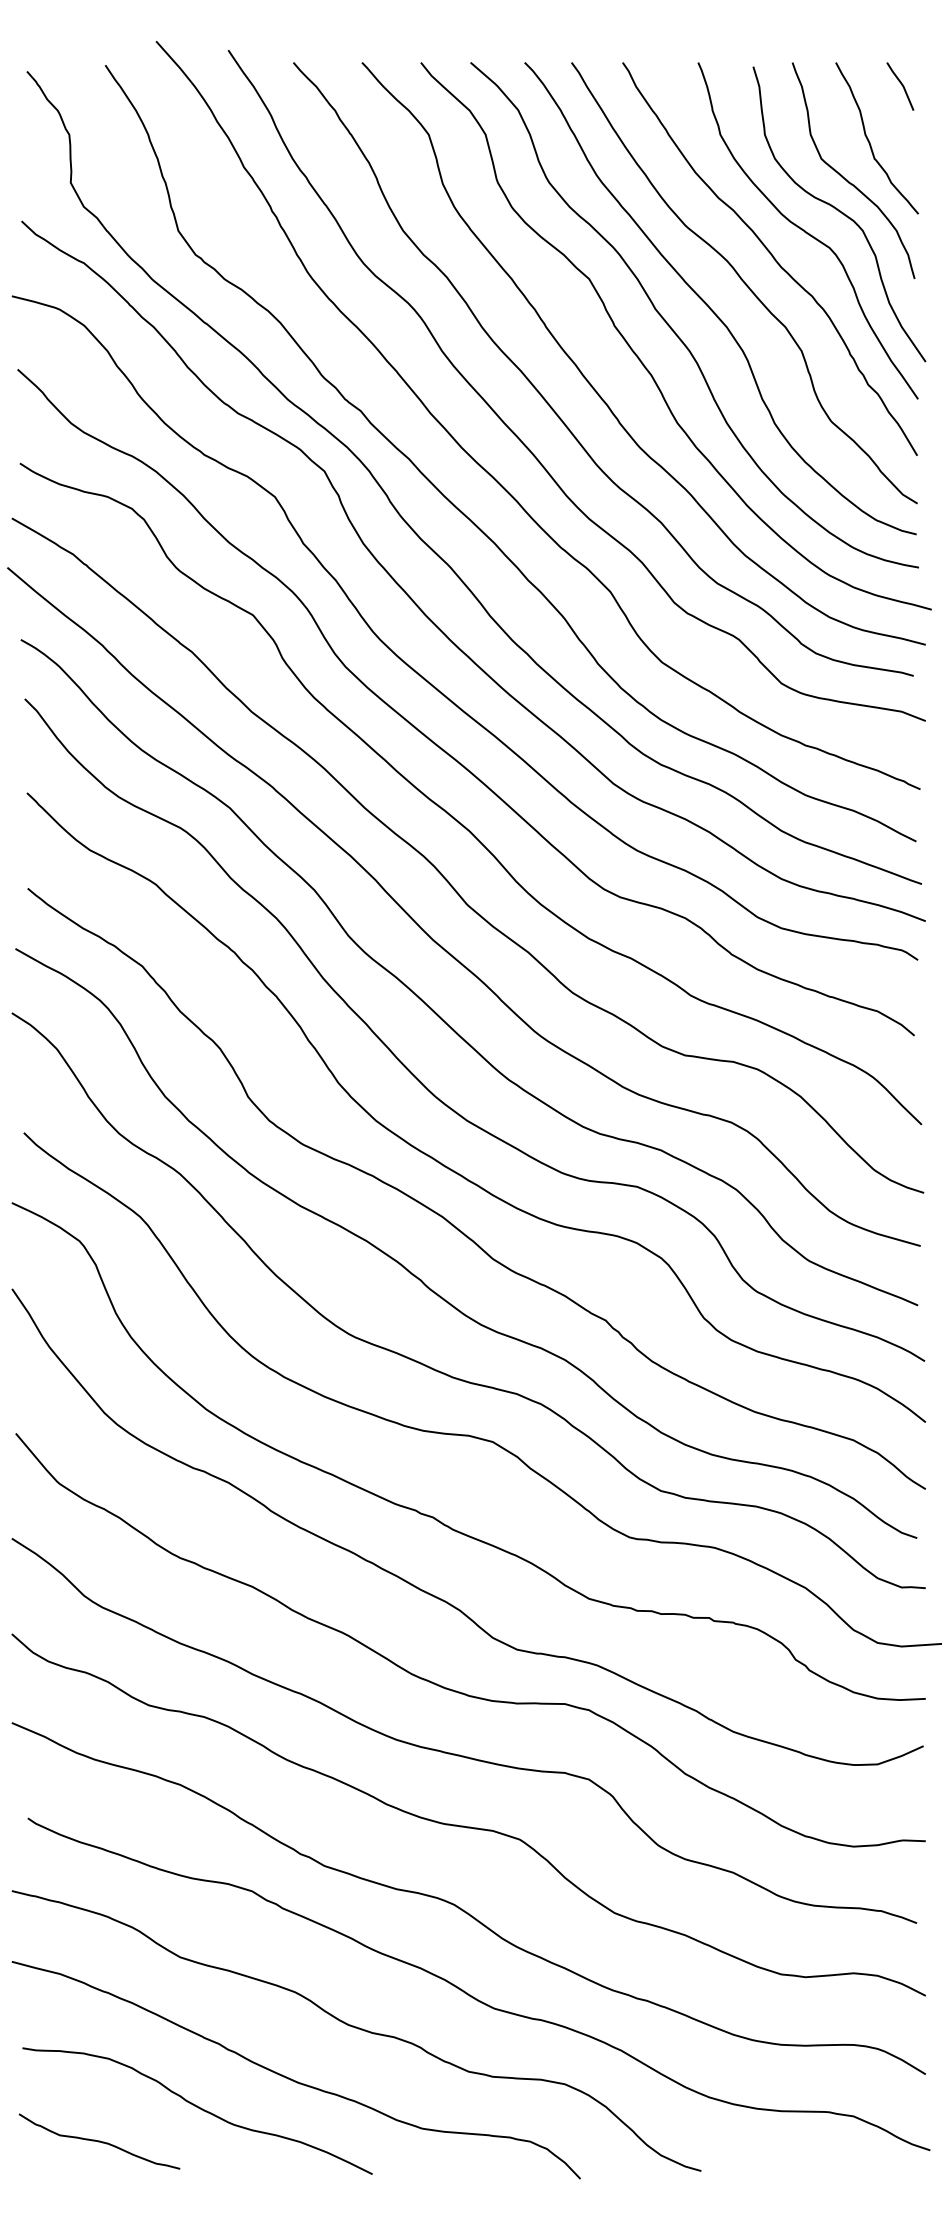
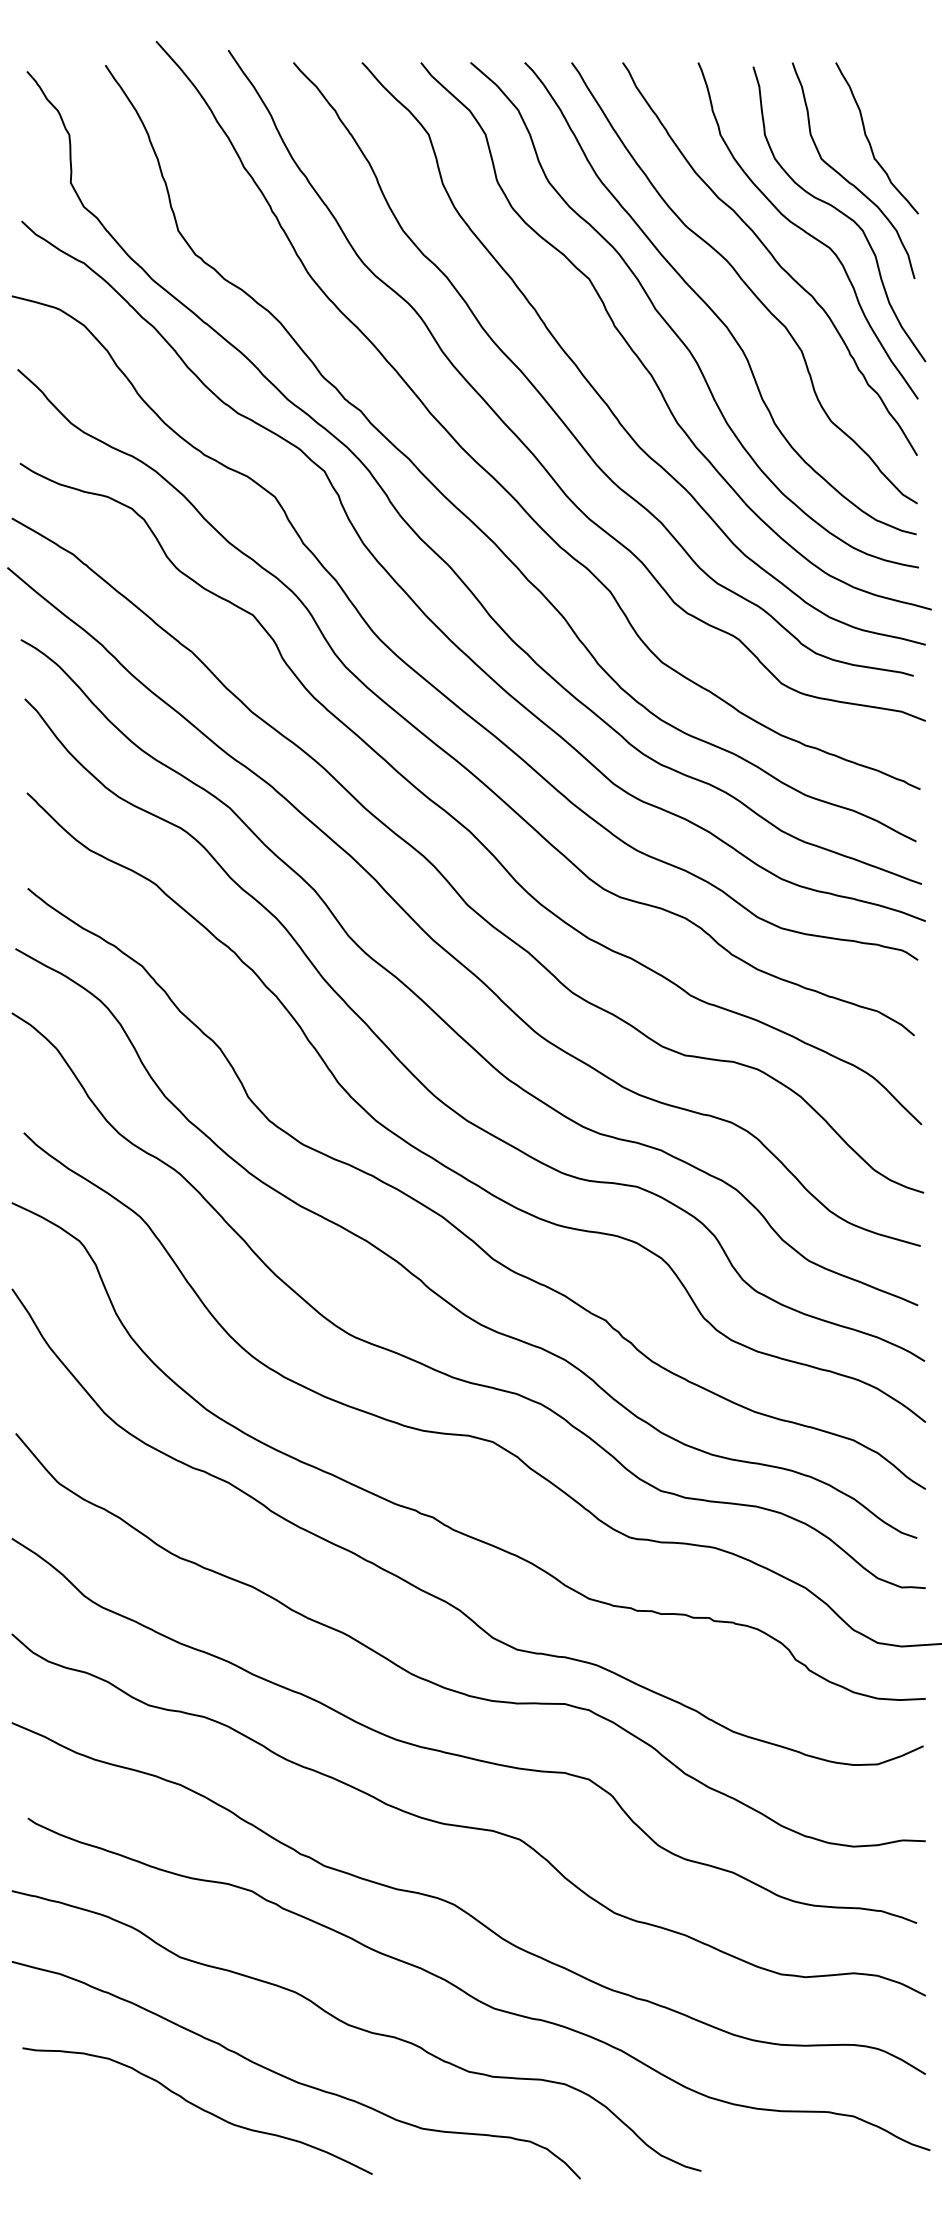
line at (901, 85): present -> none
curve at (99, 2141): present -> none
